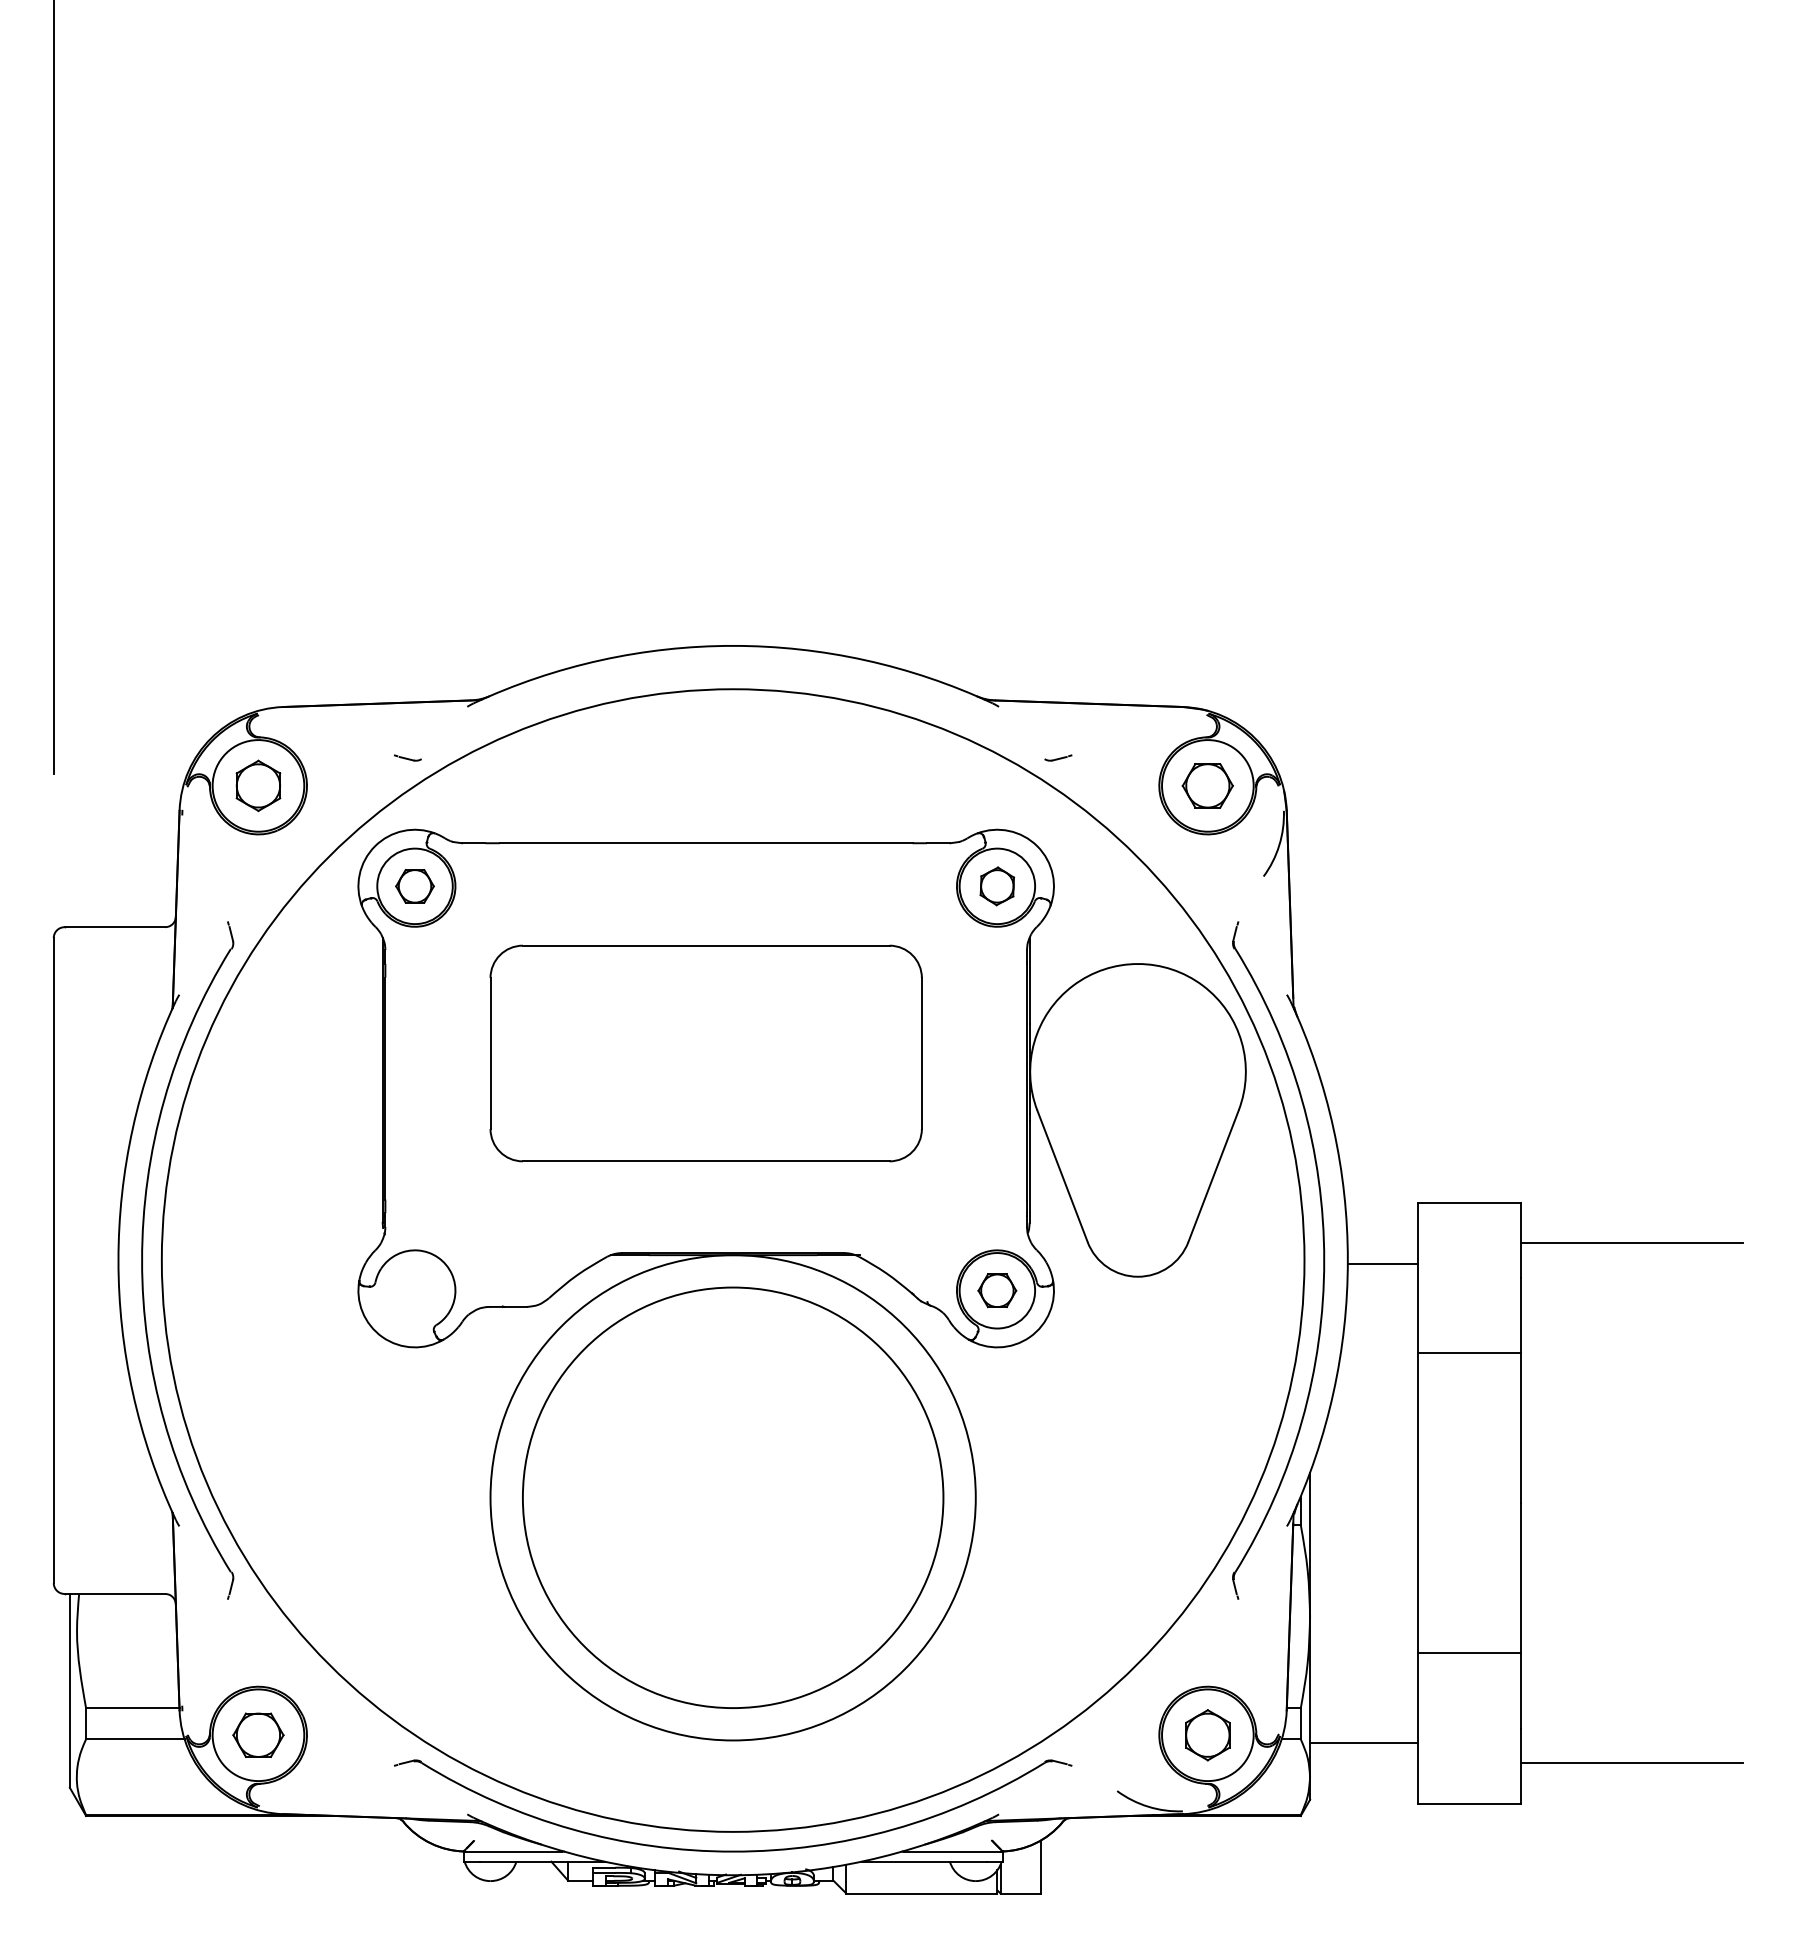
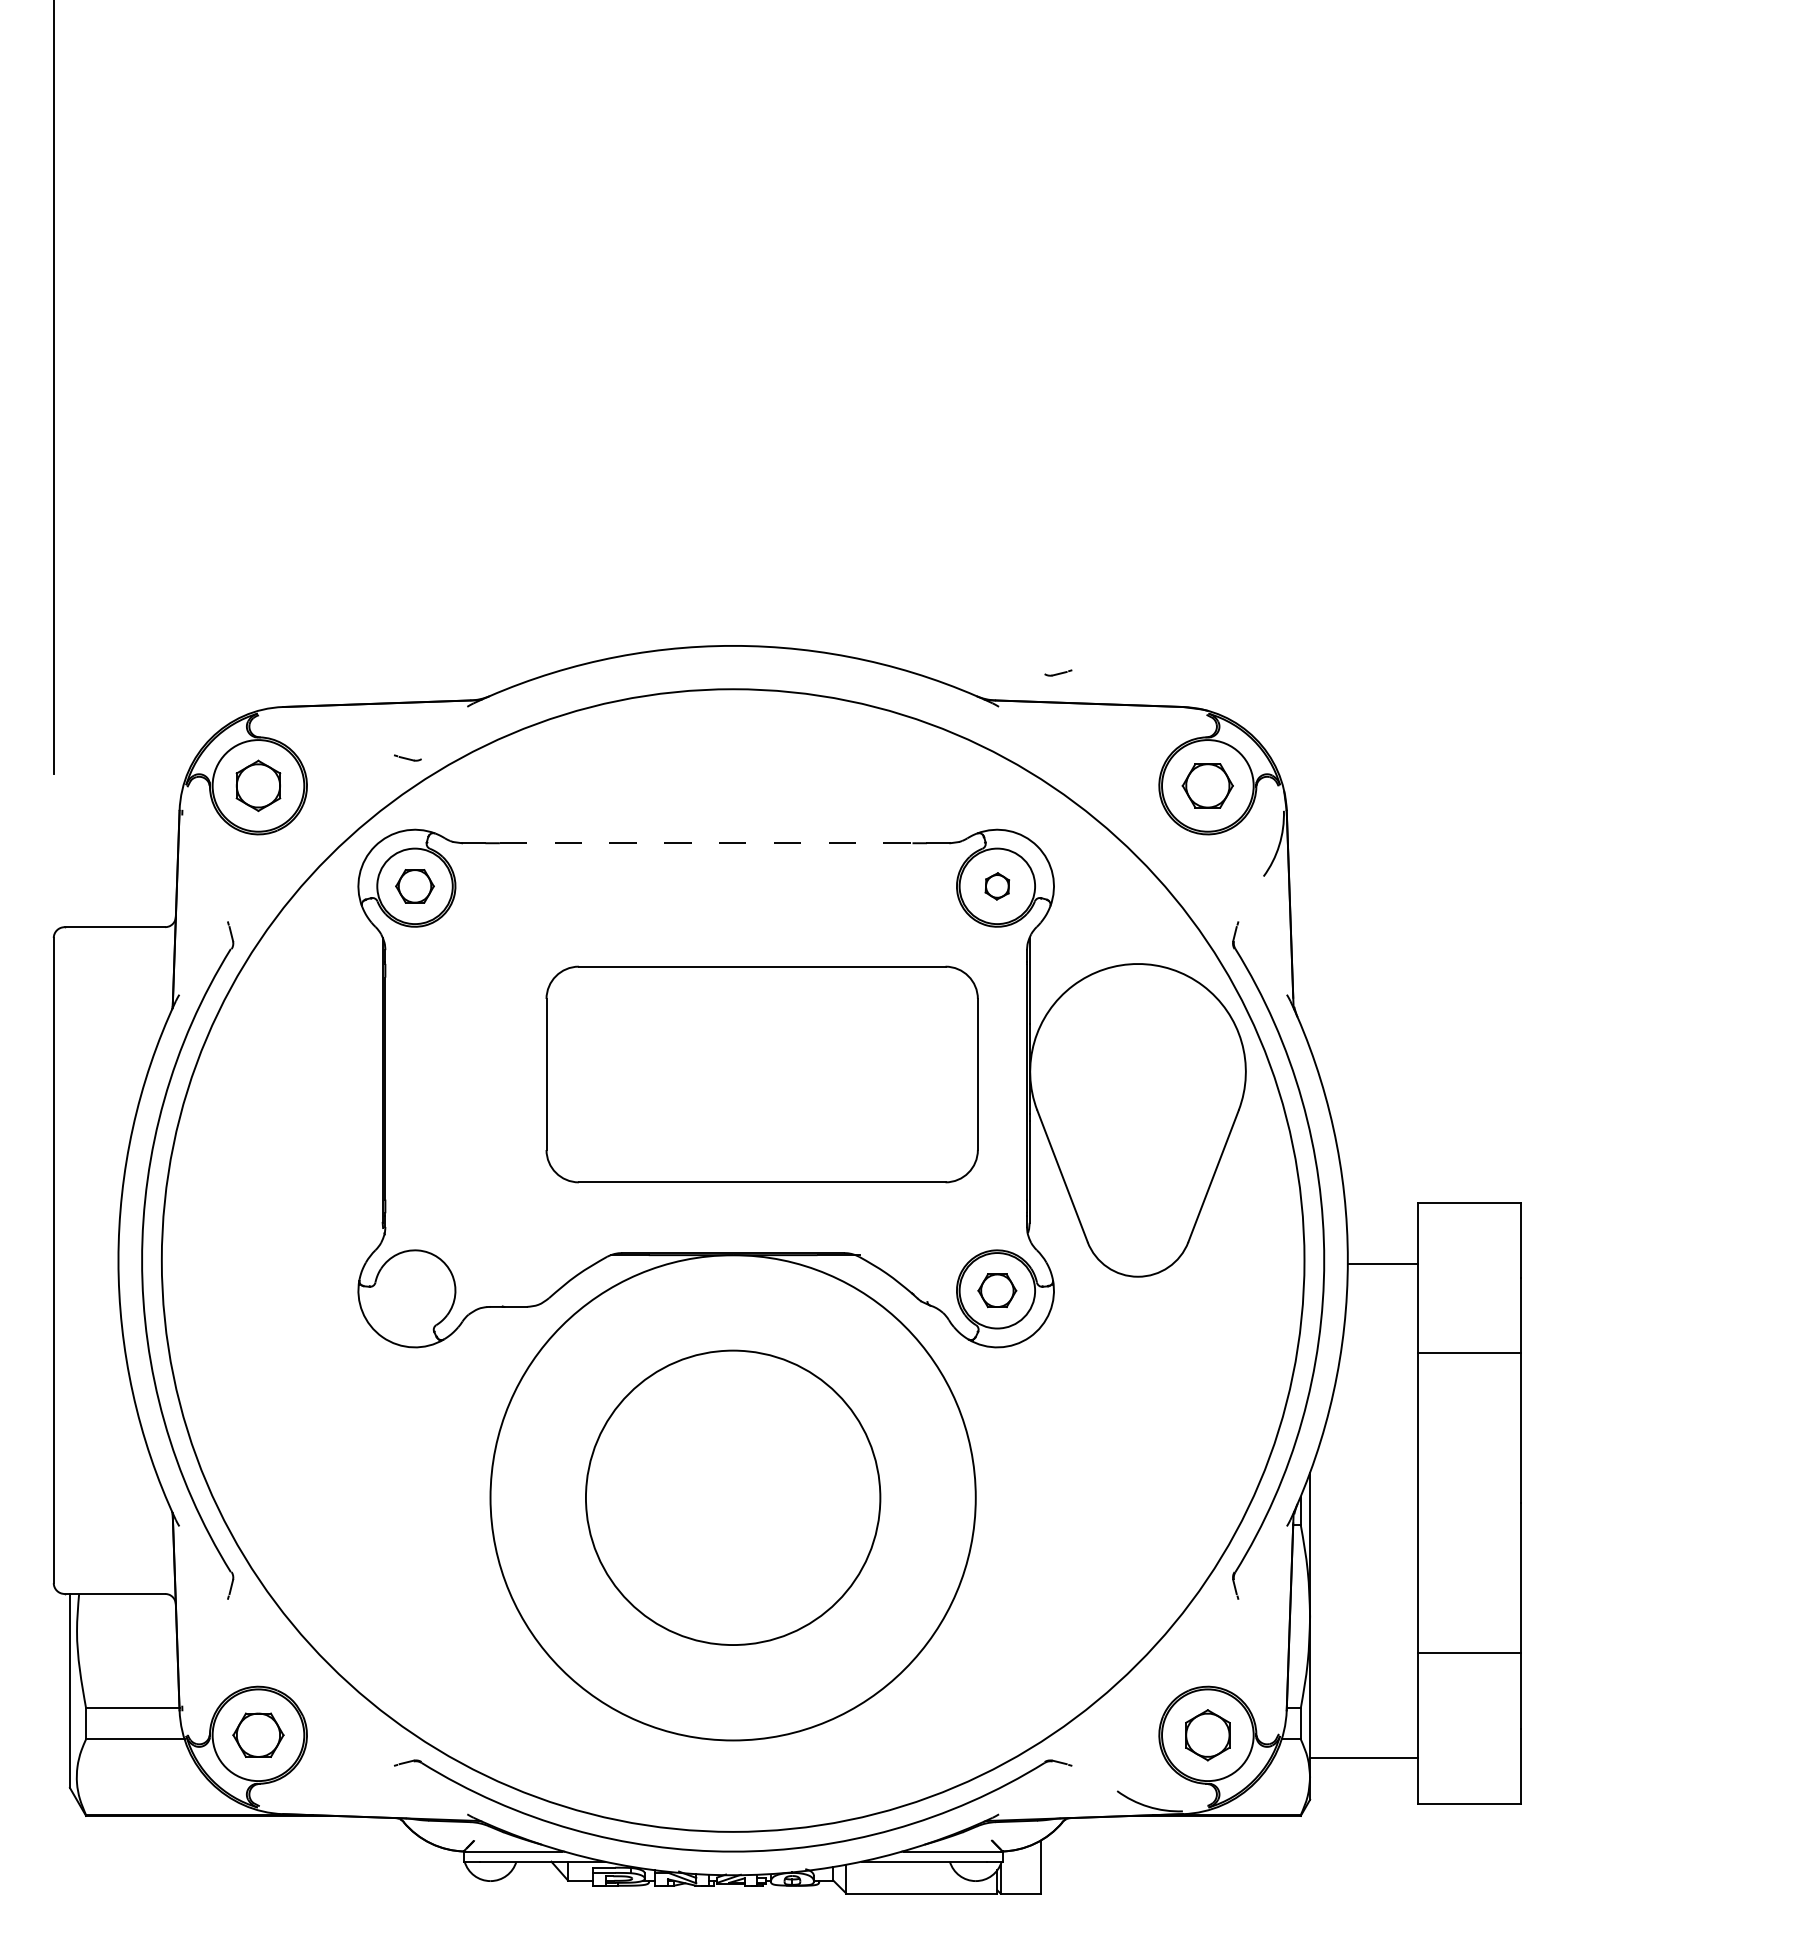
part at (1058, 757) position: (1058, 757) -> (1058, 672)
line at (706, 843): solid -> dashed
part at (997, 886) size: 37x41 px -> 27x29 px
part at (705, 1053) position: (705, 1053) -> (761, 1074)
line at (1631, 1242): present -> none
circle at (732, 1497) diameter: 421 px -> 294 px
line at (1363, 1742) position: (1363, 1742) -> (1363, 1757)
line at (1631, 1763): present -> none
